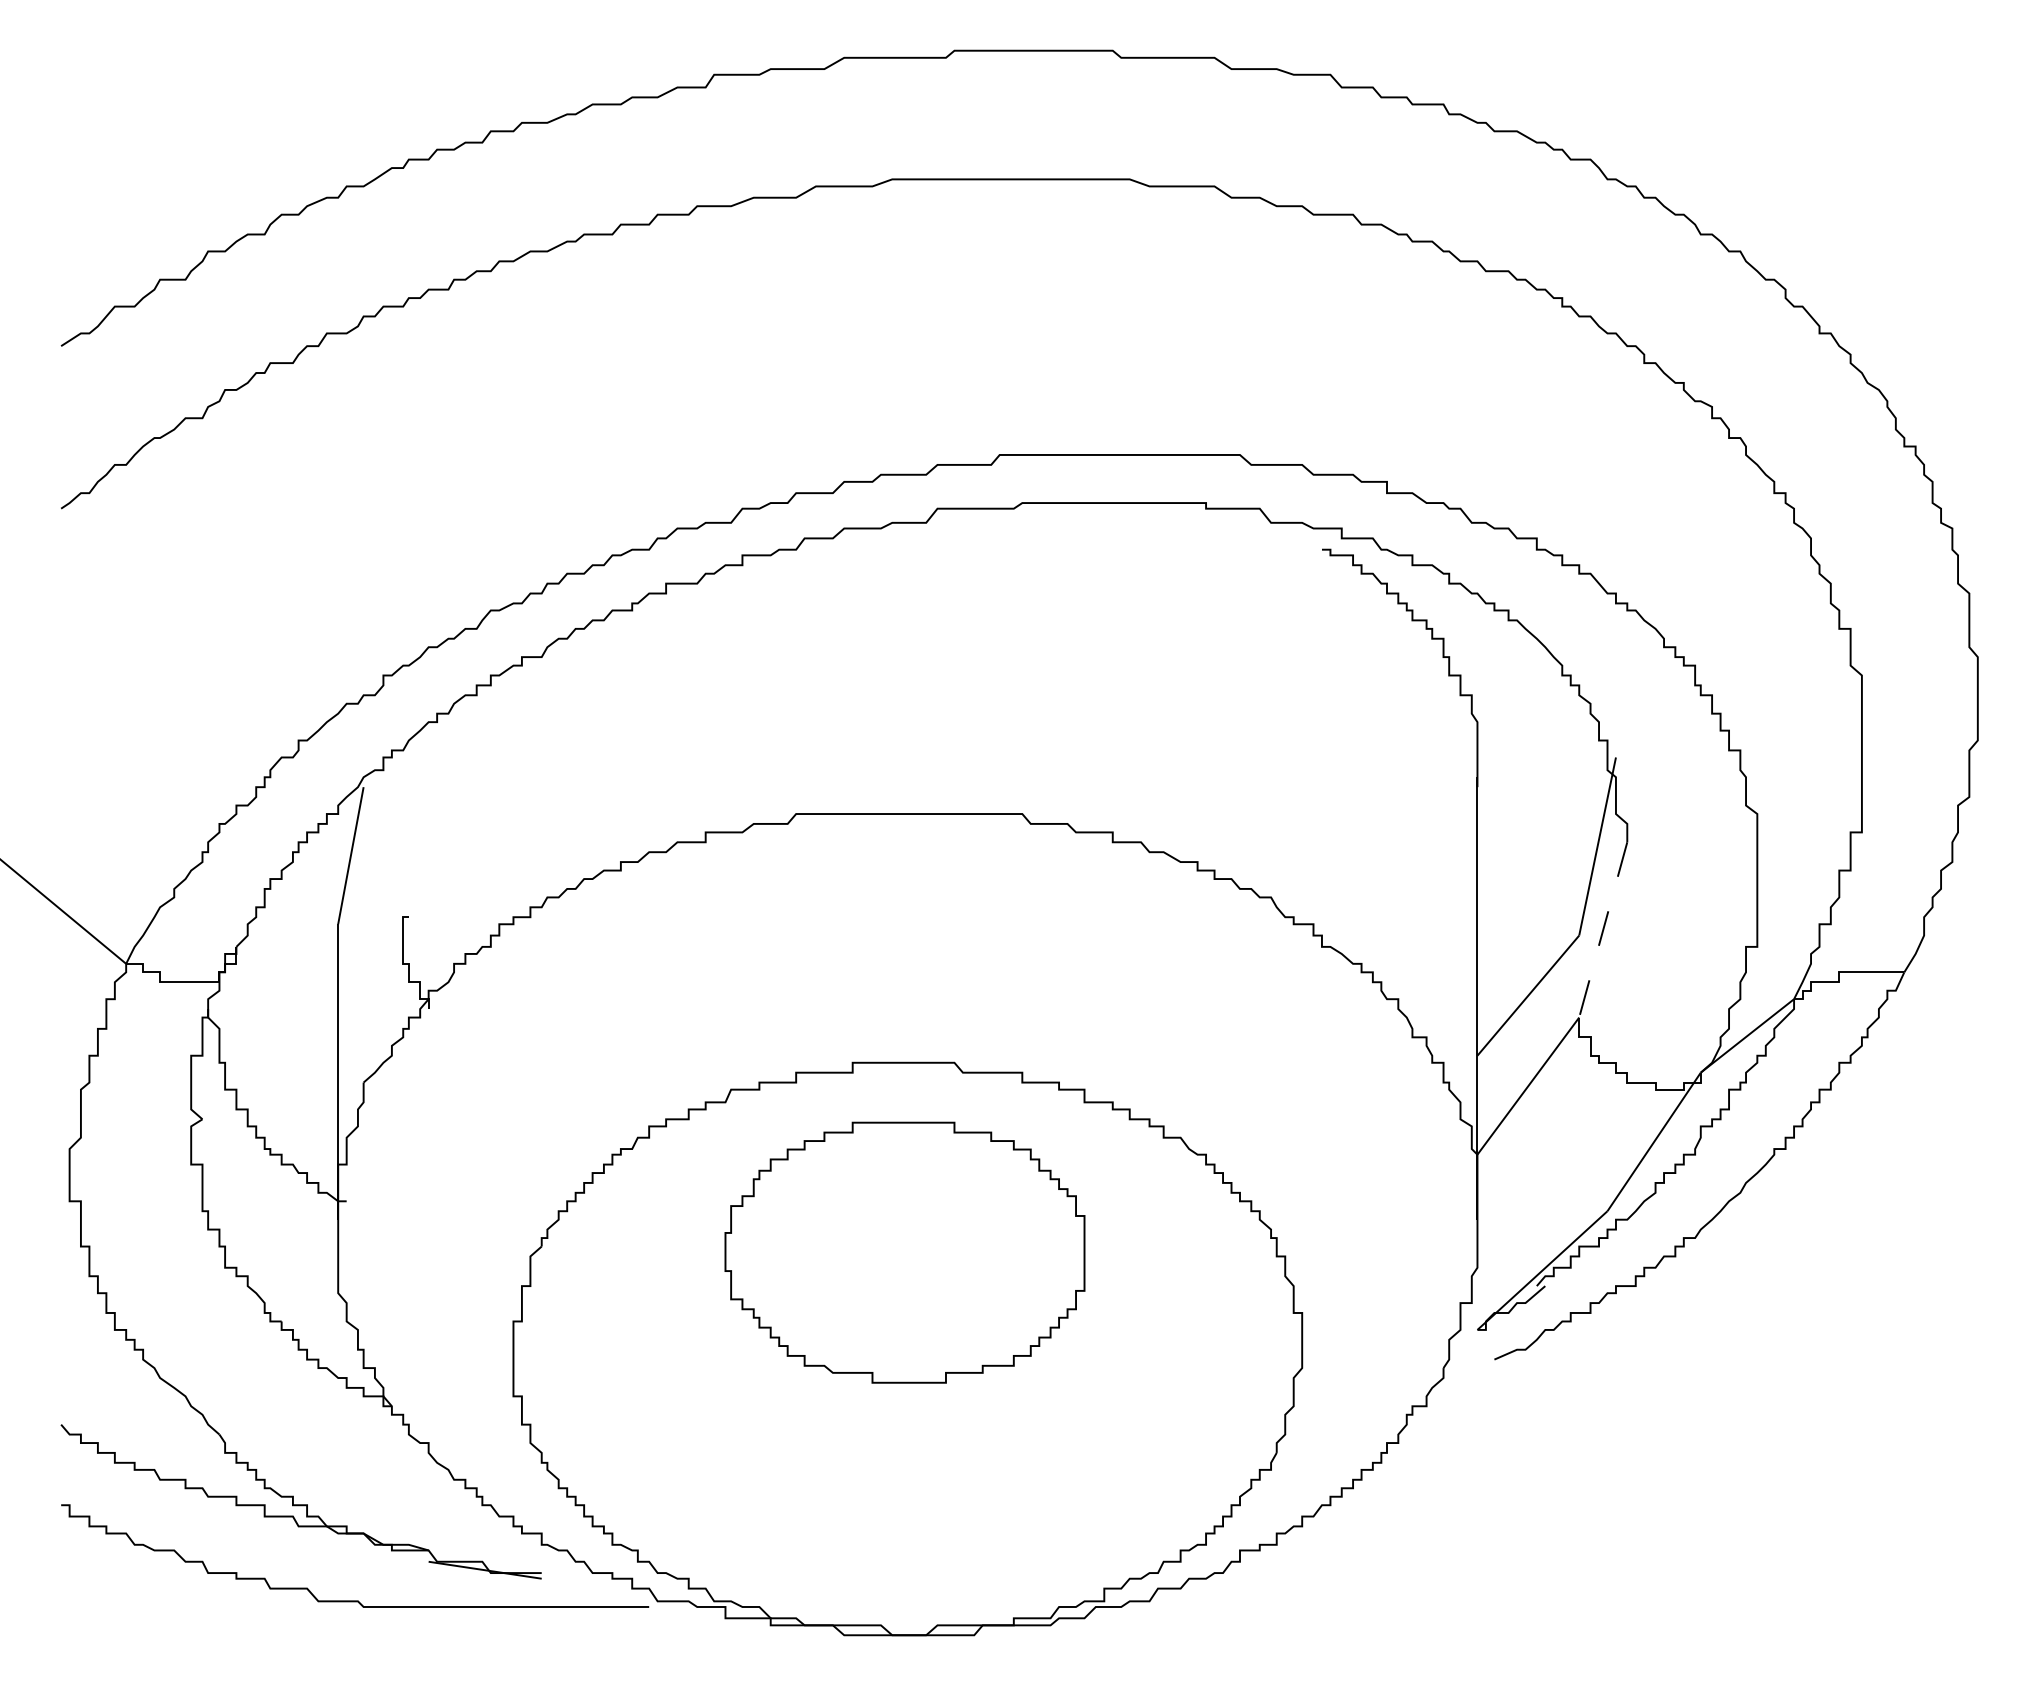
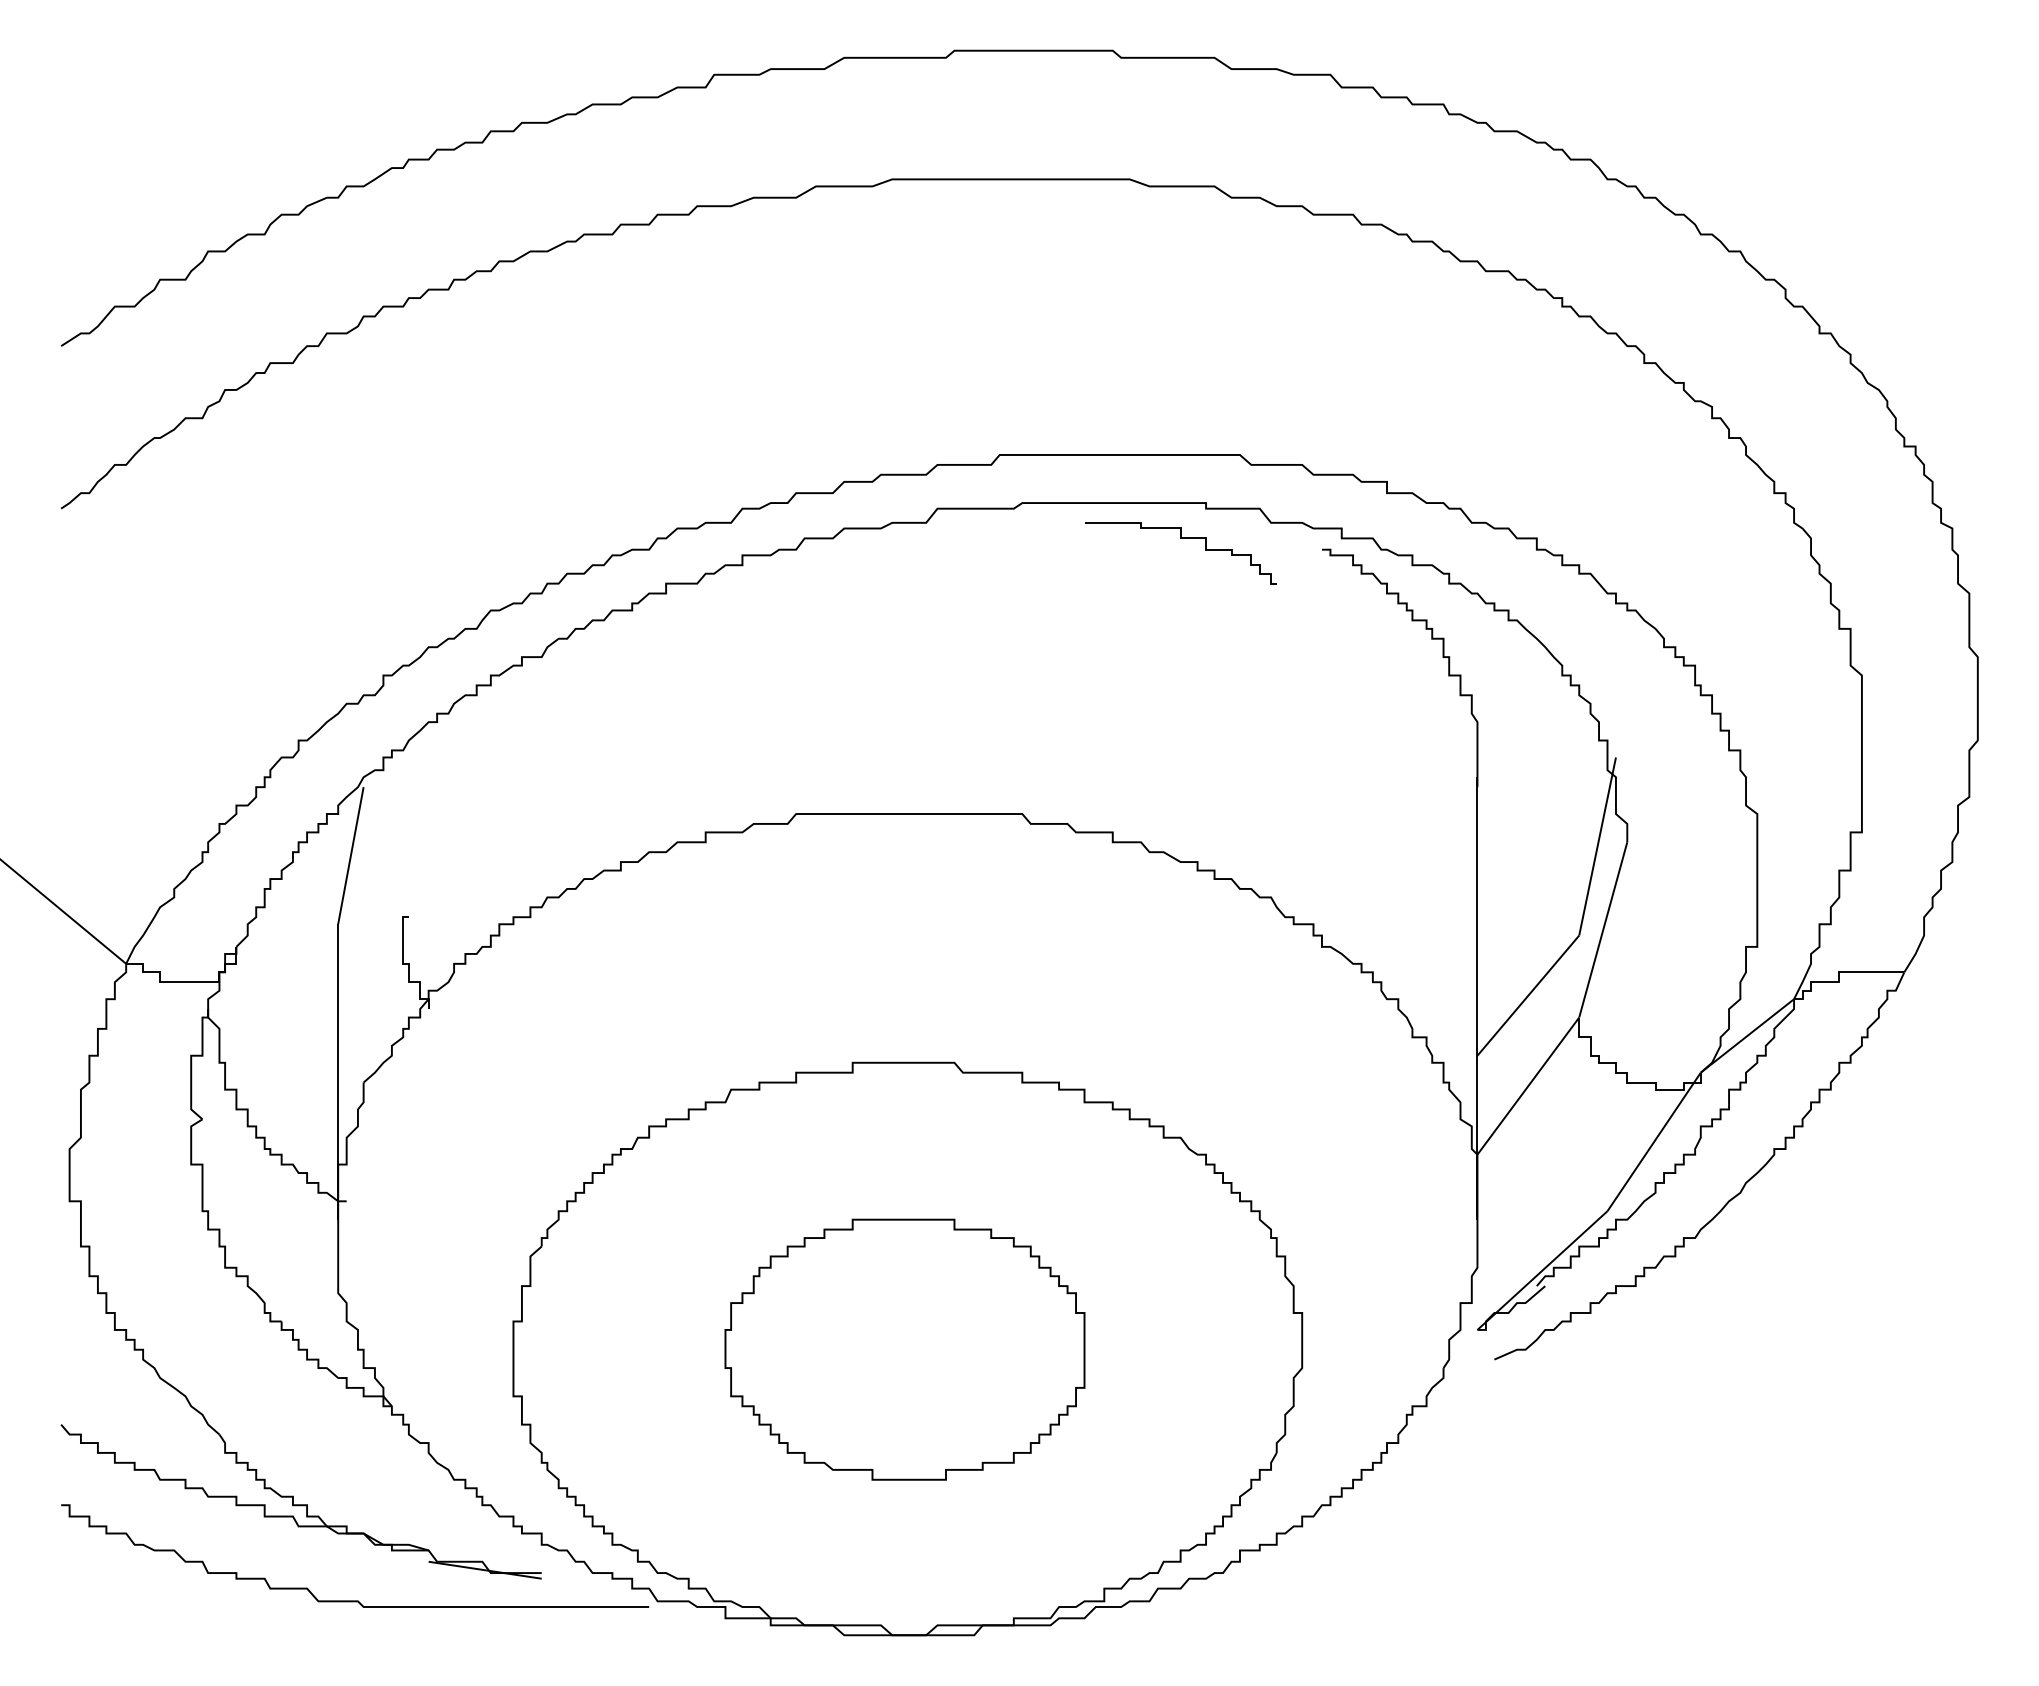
curve at (1180, 538): none -> present
line at (1603, 929): dashed -> solid
part at (904, 1252) position: (904, 1252) -> (904, 1349)
